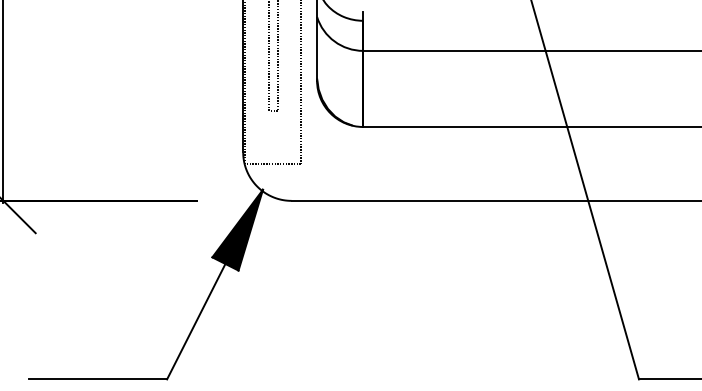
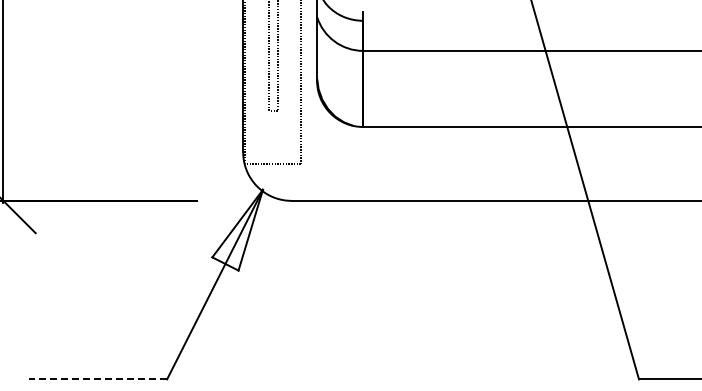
fill at (237, 229): present -> none
line at (97, 379): solid -> dashed
